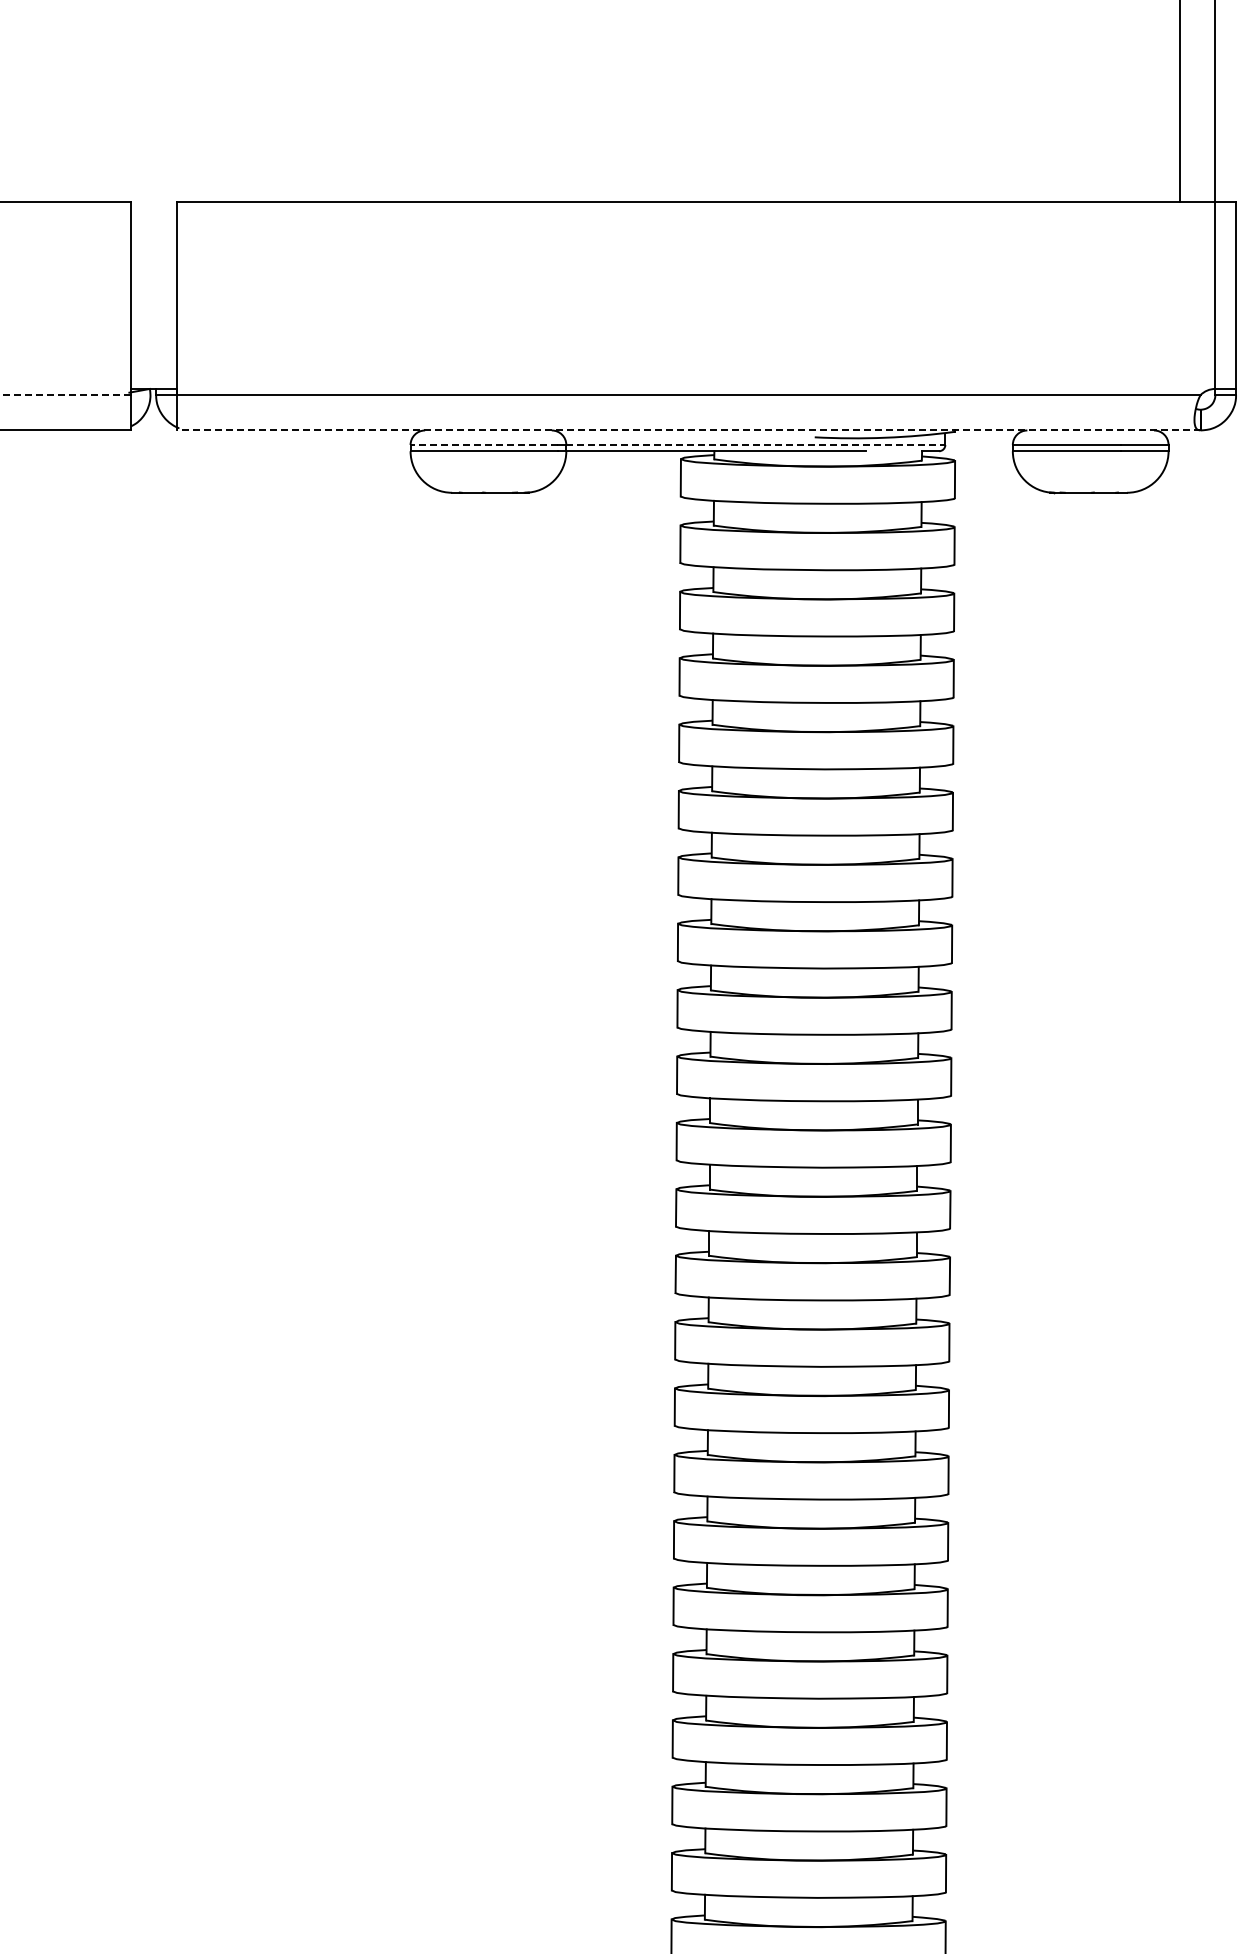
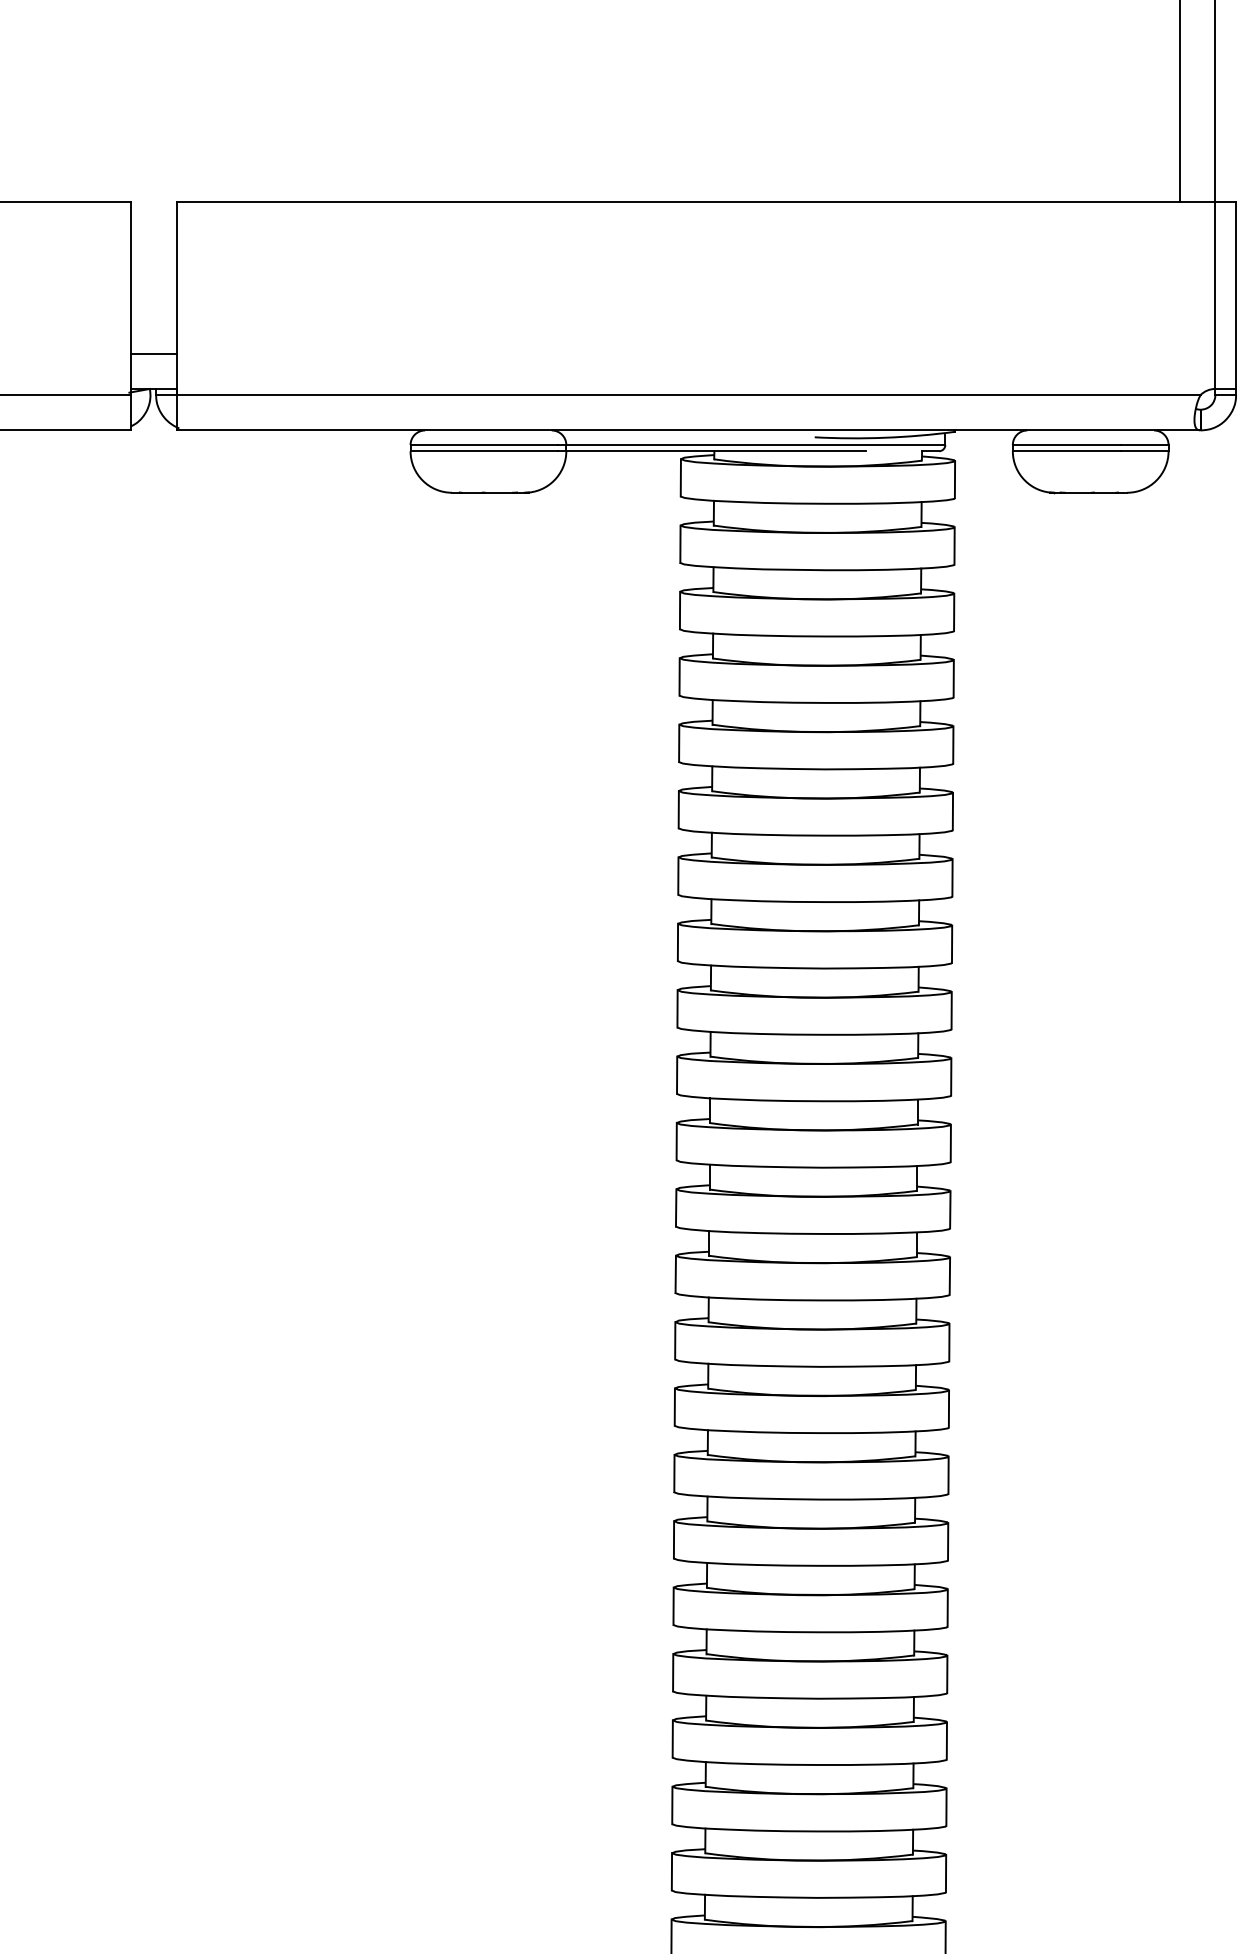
line at (153, 353): none -> present
line at (65, 395): dashed -> solid
line at (688, 430): dashed -> solid
line at (484, 445): dashed -> solid
line at (755, 445): dashed -> solid
